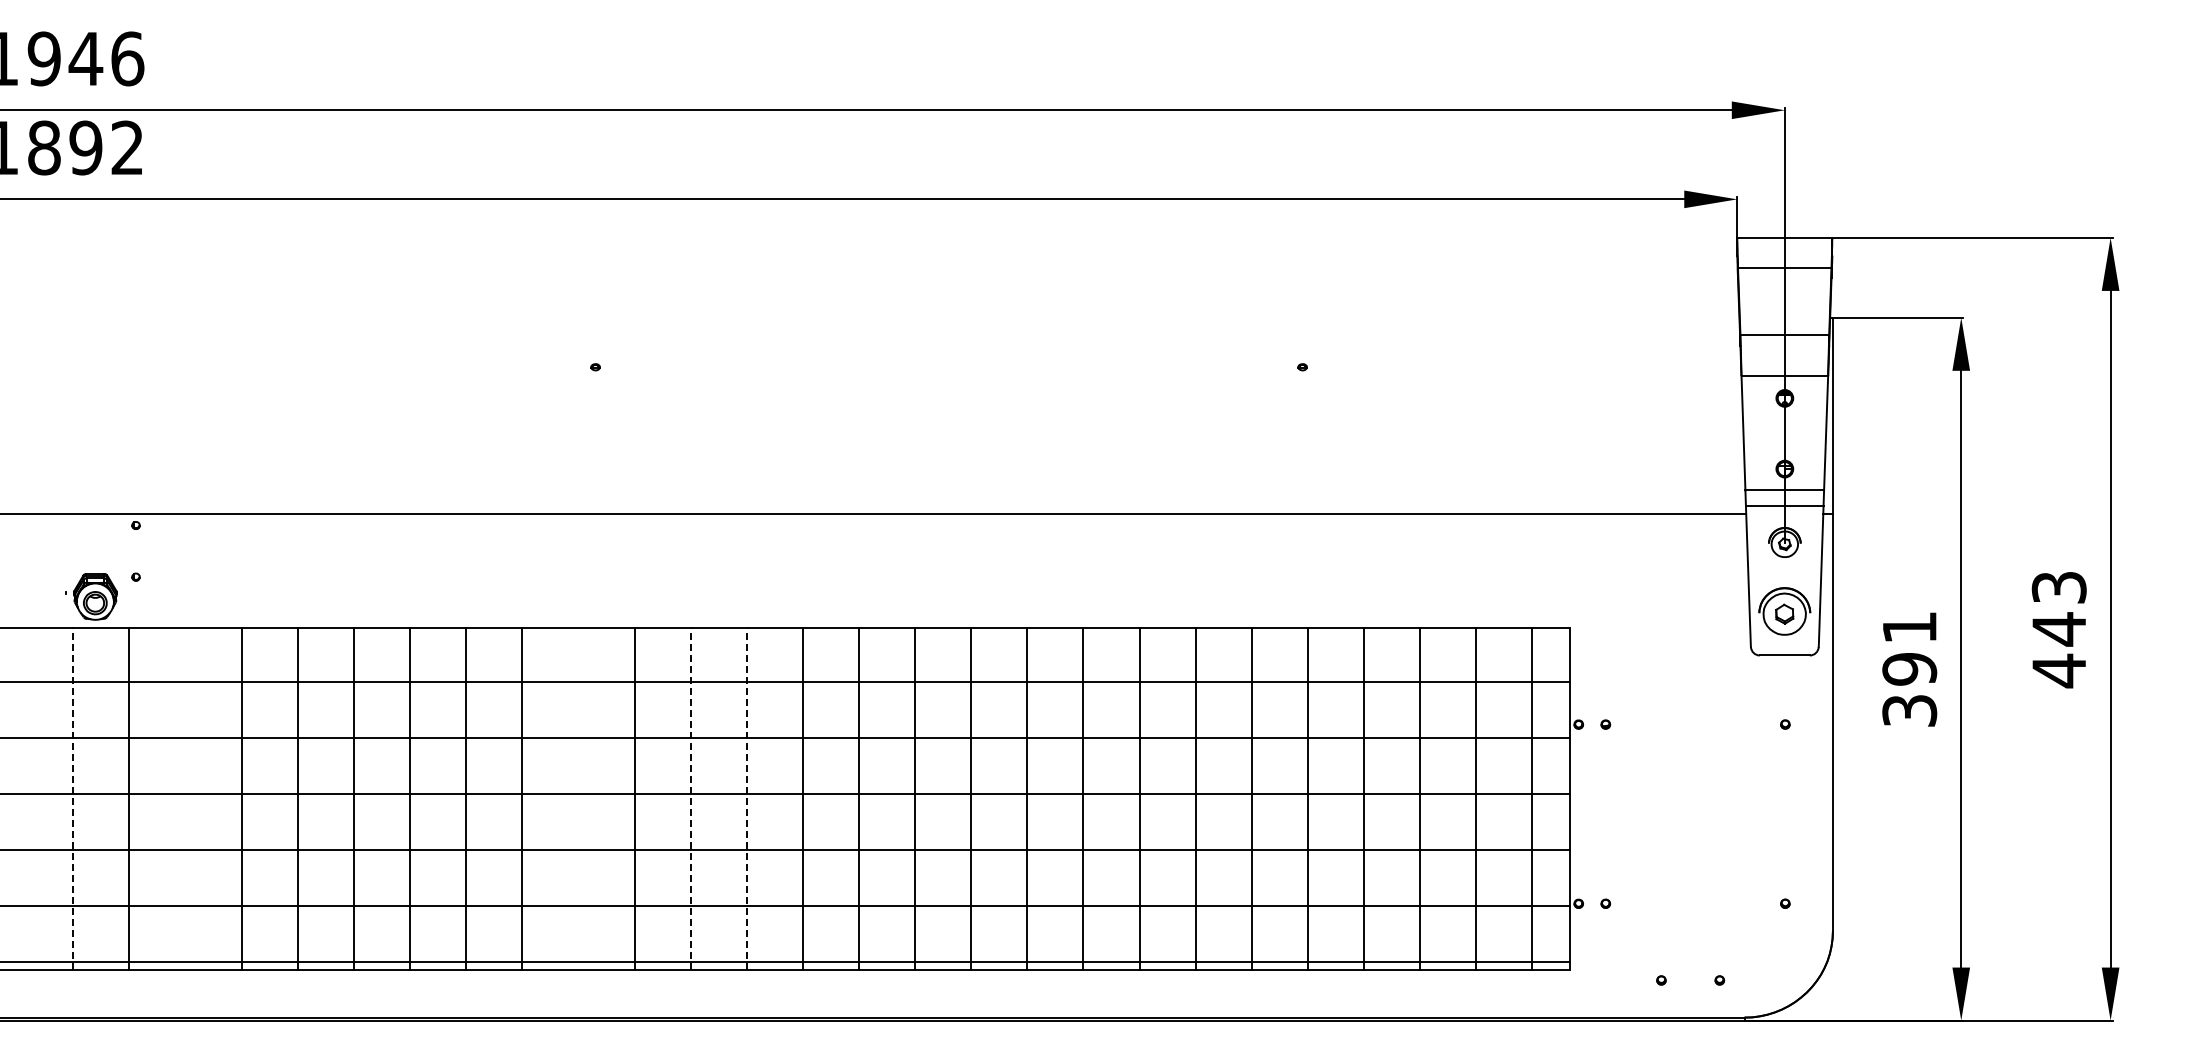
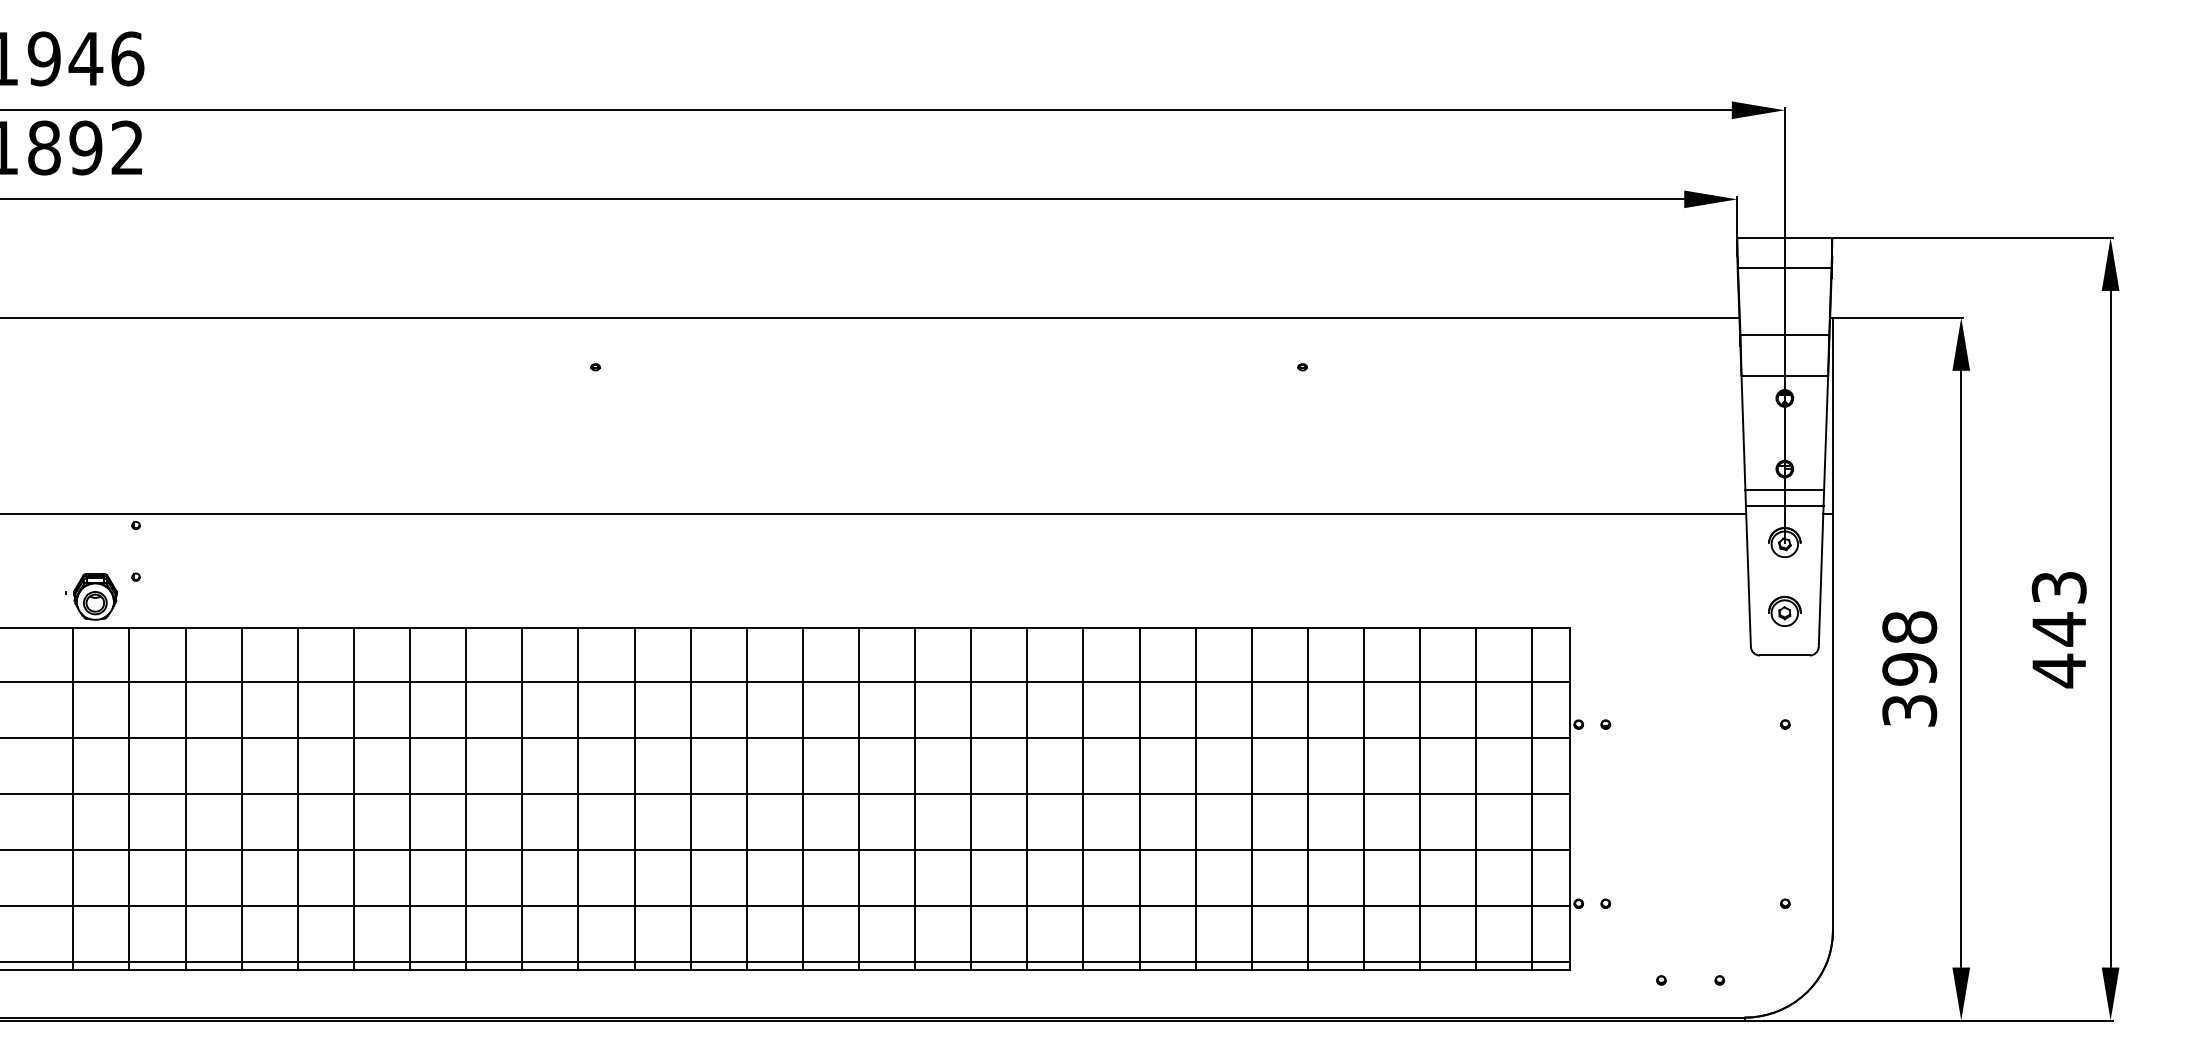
line at (870, 317): none -> present
part at (1784, 611) size: 54x49 px -> 34x31 px
text at (1909, 627): 391 -> 398
line at (73, 798): dashed -> solid
line at (185, 798): none -> present
line at (578, 798): none -> present
line at (690, 798): dashed -> solid
line at (746, 798): dashed -> solid
